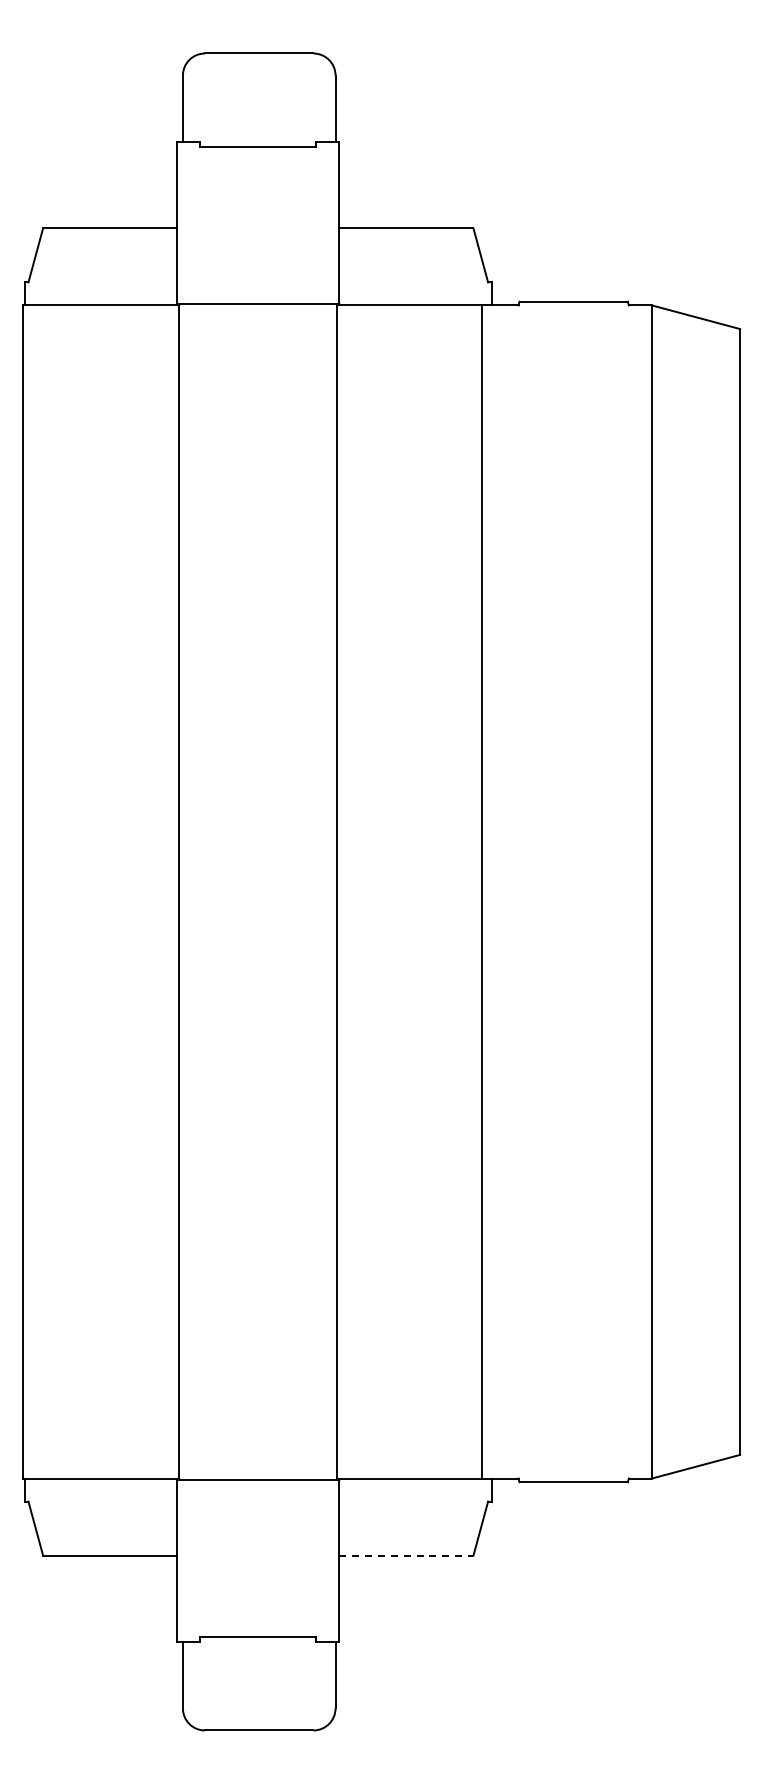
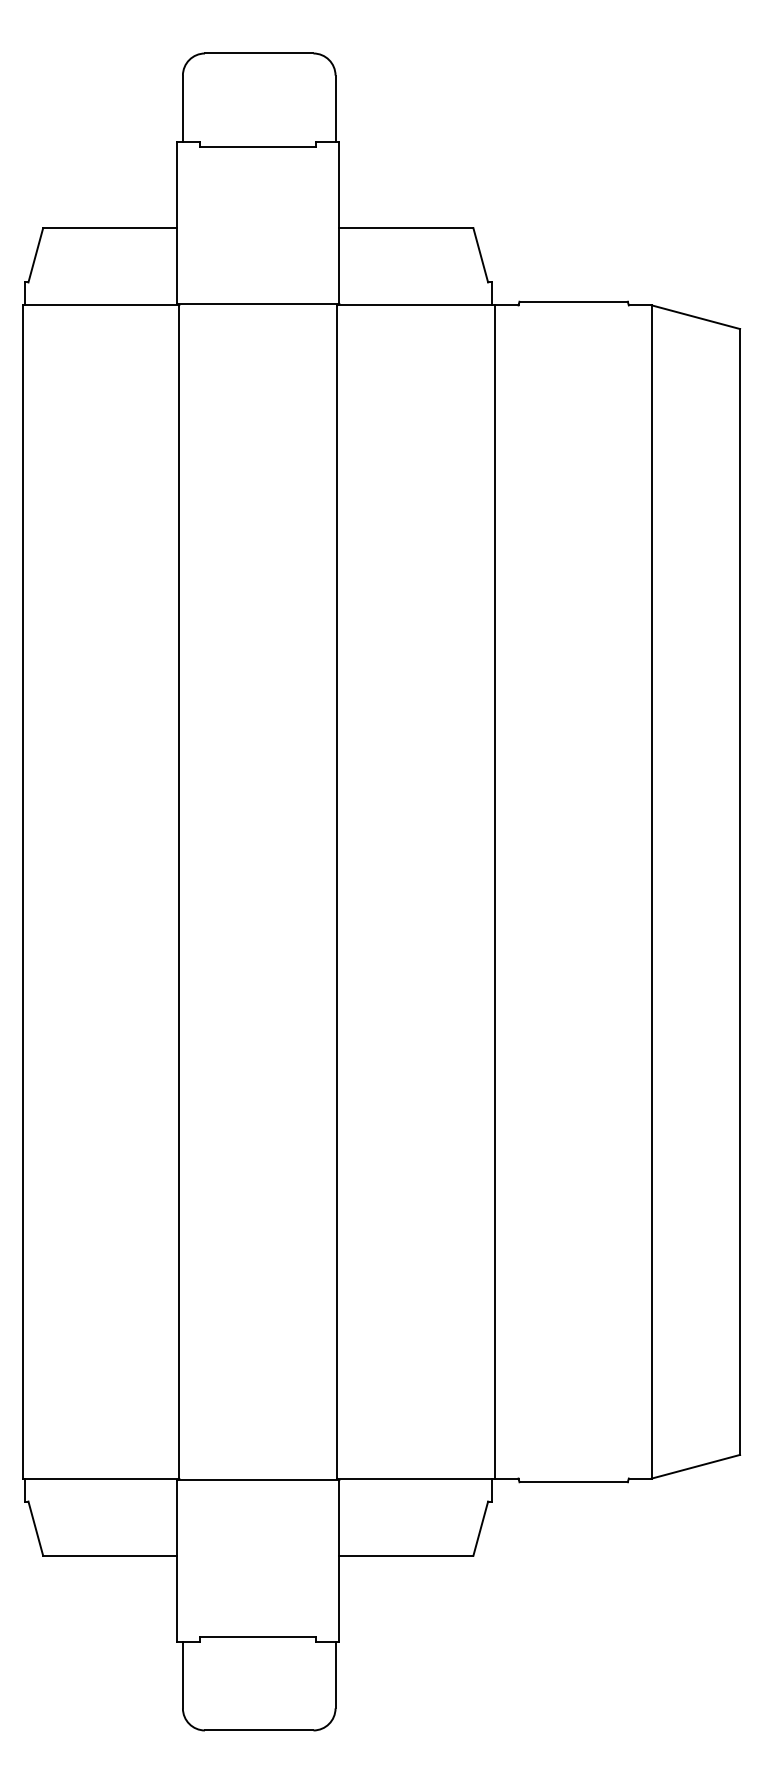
line at (482, 891) position: (482, 891) -> (495, 891)
line at (406, 1555): dashed -> solid
